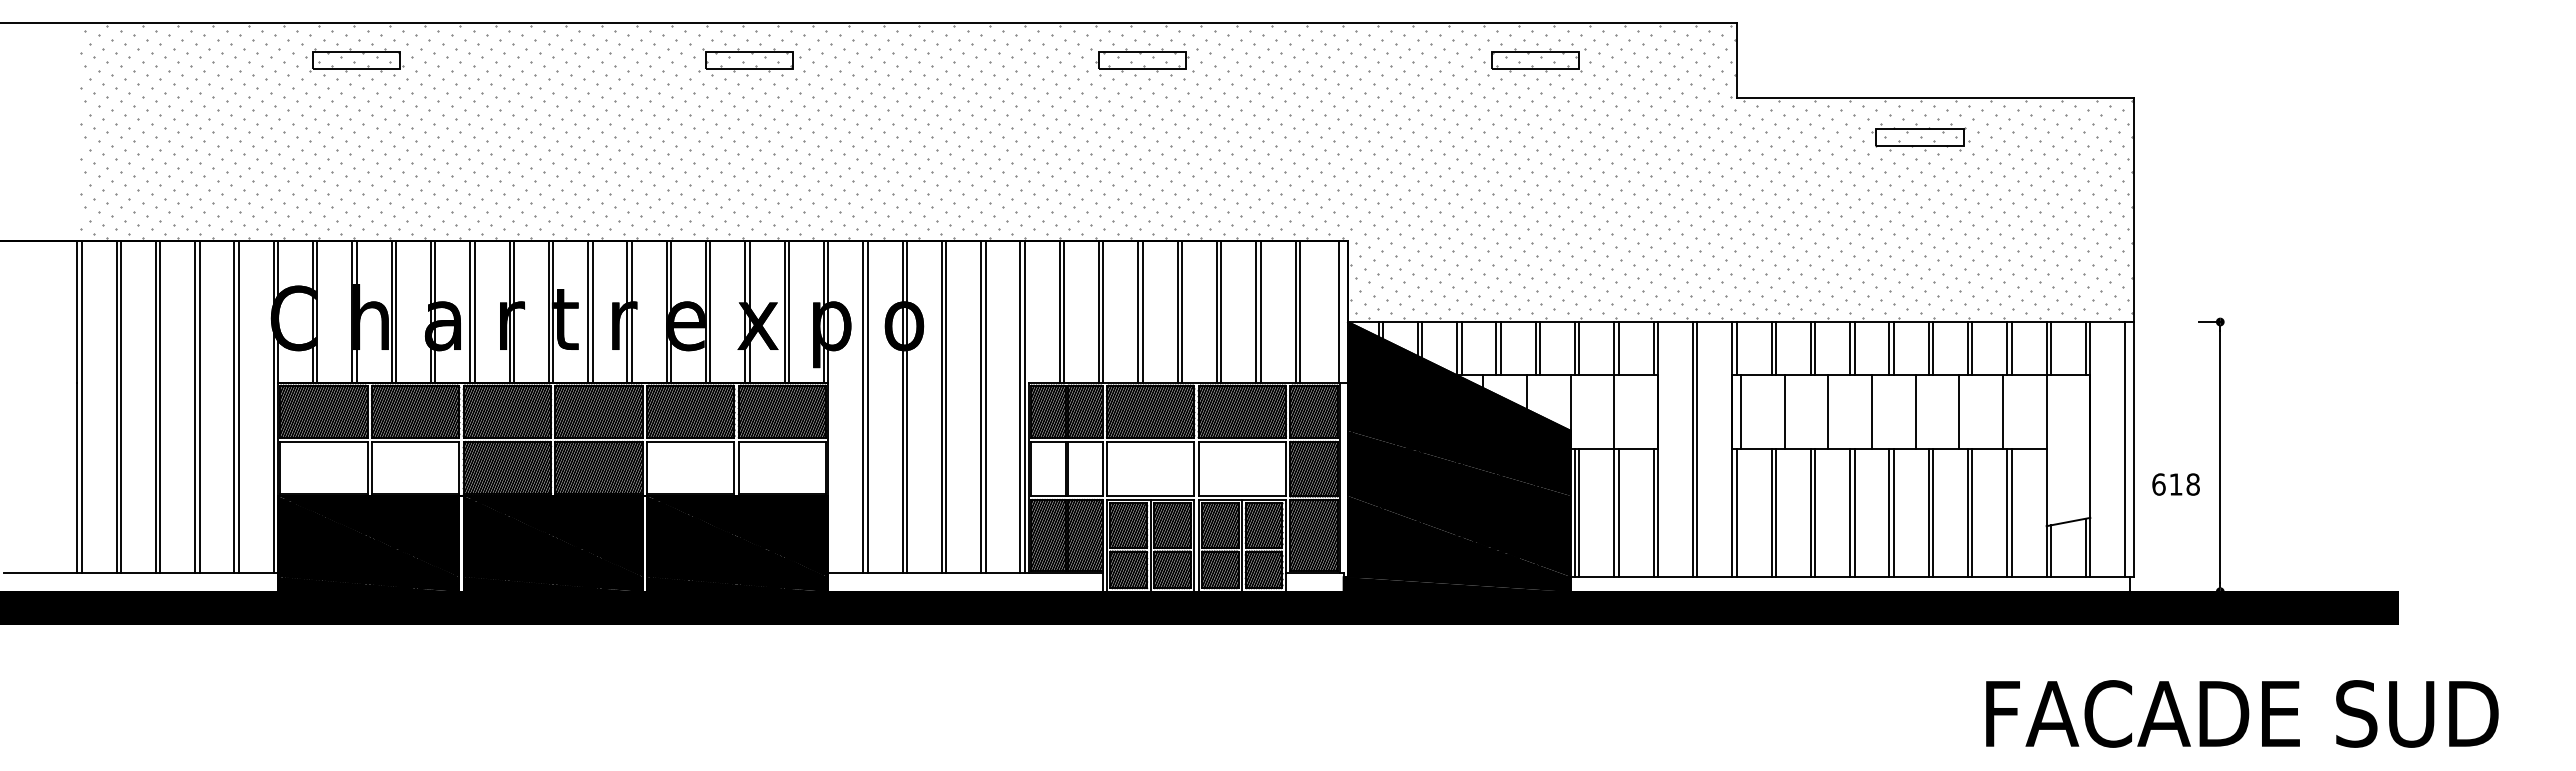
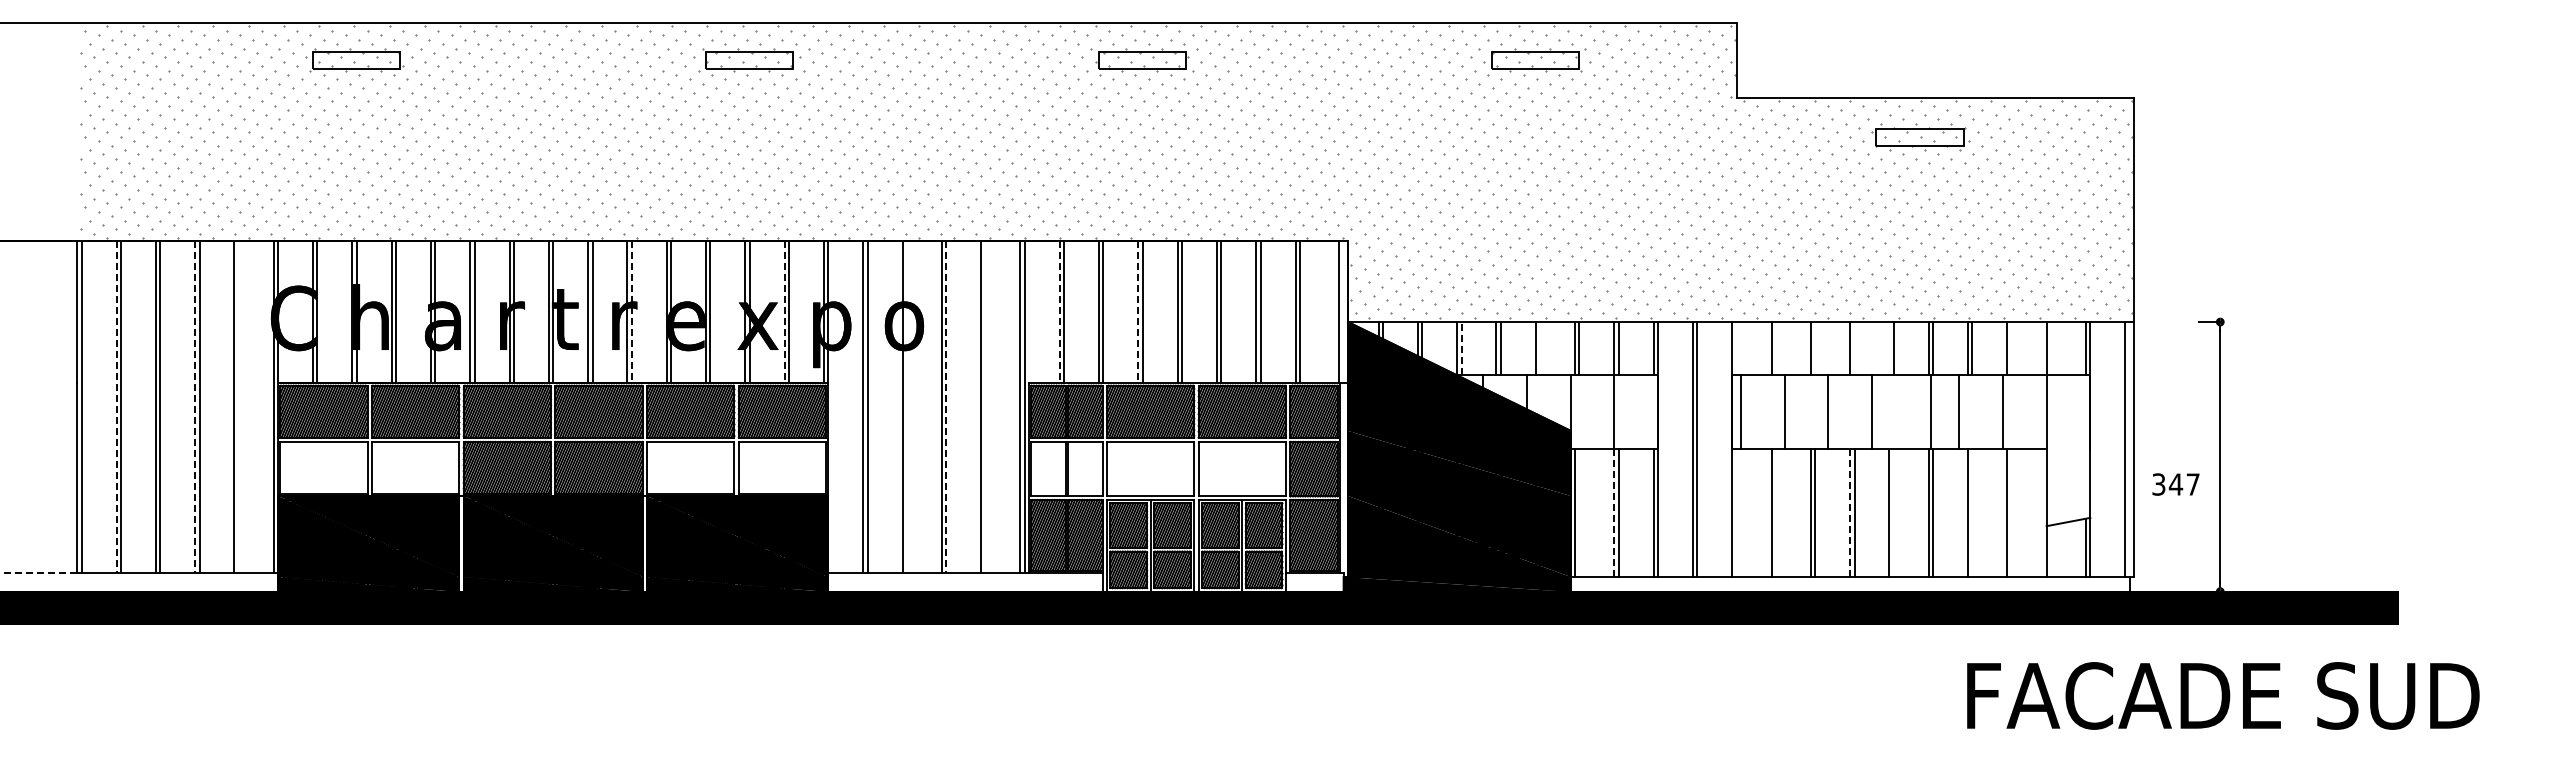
line at (631, 312): solid -> dashed
line at (784, 312): solid -> dashed
line at (1059, 312): solid -> dashed
line at (1138, 312): solid -> dashed
line at (1461, 348): solid -> dashed
line at (1540, 348): present -> none
line at (1736, 348): present -> none
line at (1775, 348): present -> none
line at (1815, 348): present -> none
line at (1854, 348): present -> none
line at (1889, 348): present -> none
line at (2011, 348): present -> none
line at (2051, 348): present -> none
line at (238, 406): present -> none
line at (906, 406): present -> none
line at (985, 406): present -> none
line at (116, 407): solid -> dashed
line at (195, 407): solid -> dashed
line at (946, 407): solid -> dashed
line at (1915, 412) position: (1915, 412) -> (1930, 412)
text at (2175, 484): 618 -> 347
line at (1579, 513): present -> none
line at (1614, 513): solid -> dashed
line at (1736, 513): present -> none
line at (1775, 513): present -> none
line at (1850, 513): solid -> dashed
line at (1893, 513): present -> none
line at (1972, 513): present -> none
line at (2011, 513): present -> none
line at (2051, 551): present -> none
line at (40, 572): solid -> dashed
text at (2242, 713) position: (2242, 713) -> (2223, 695)
